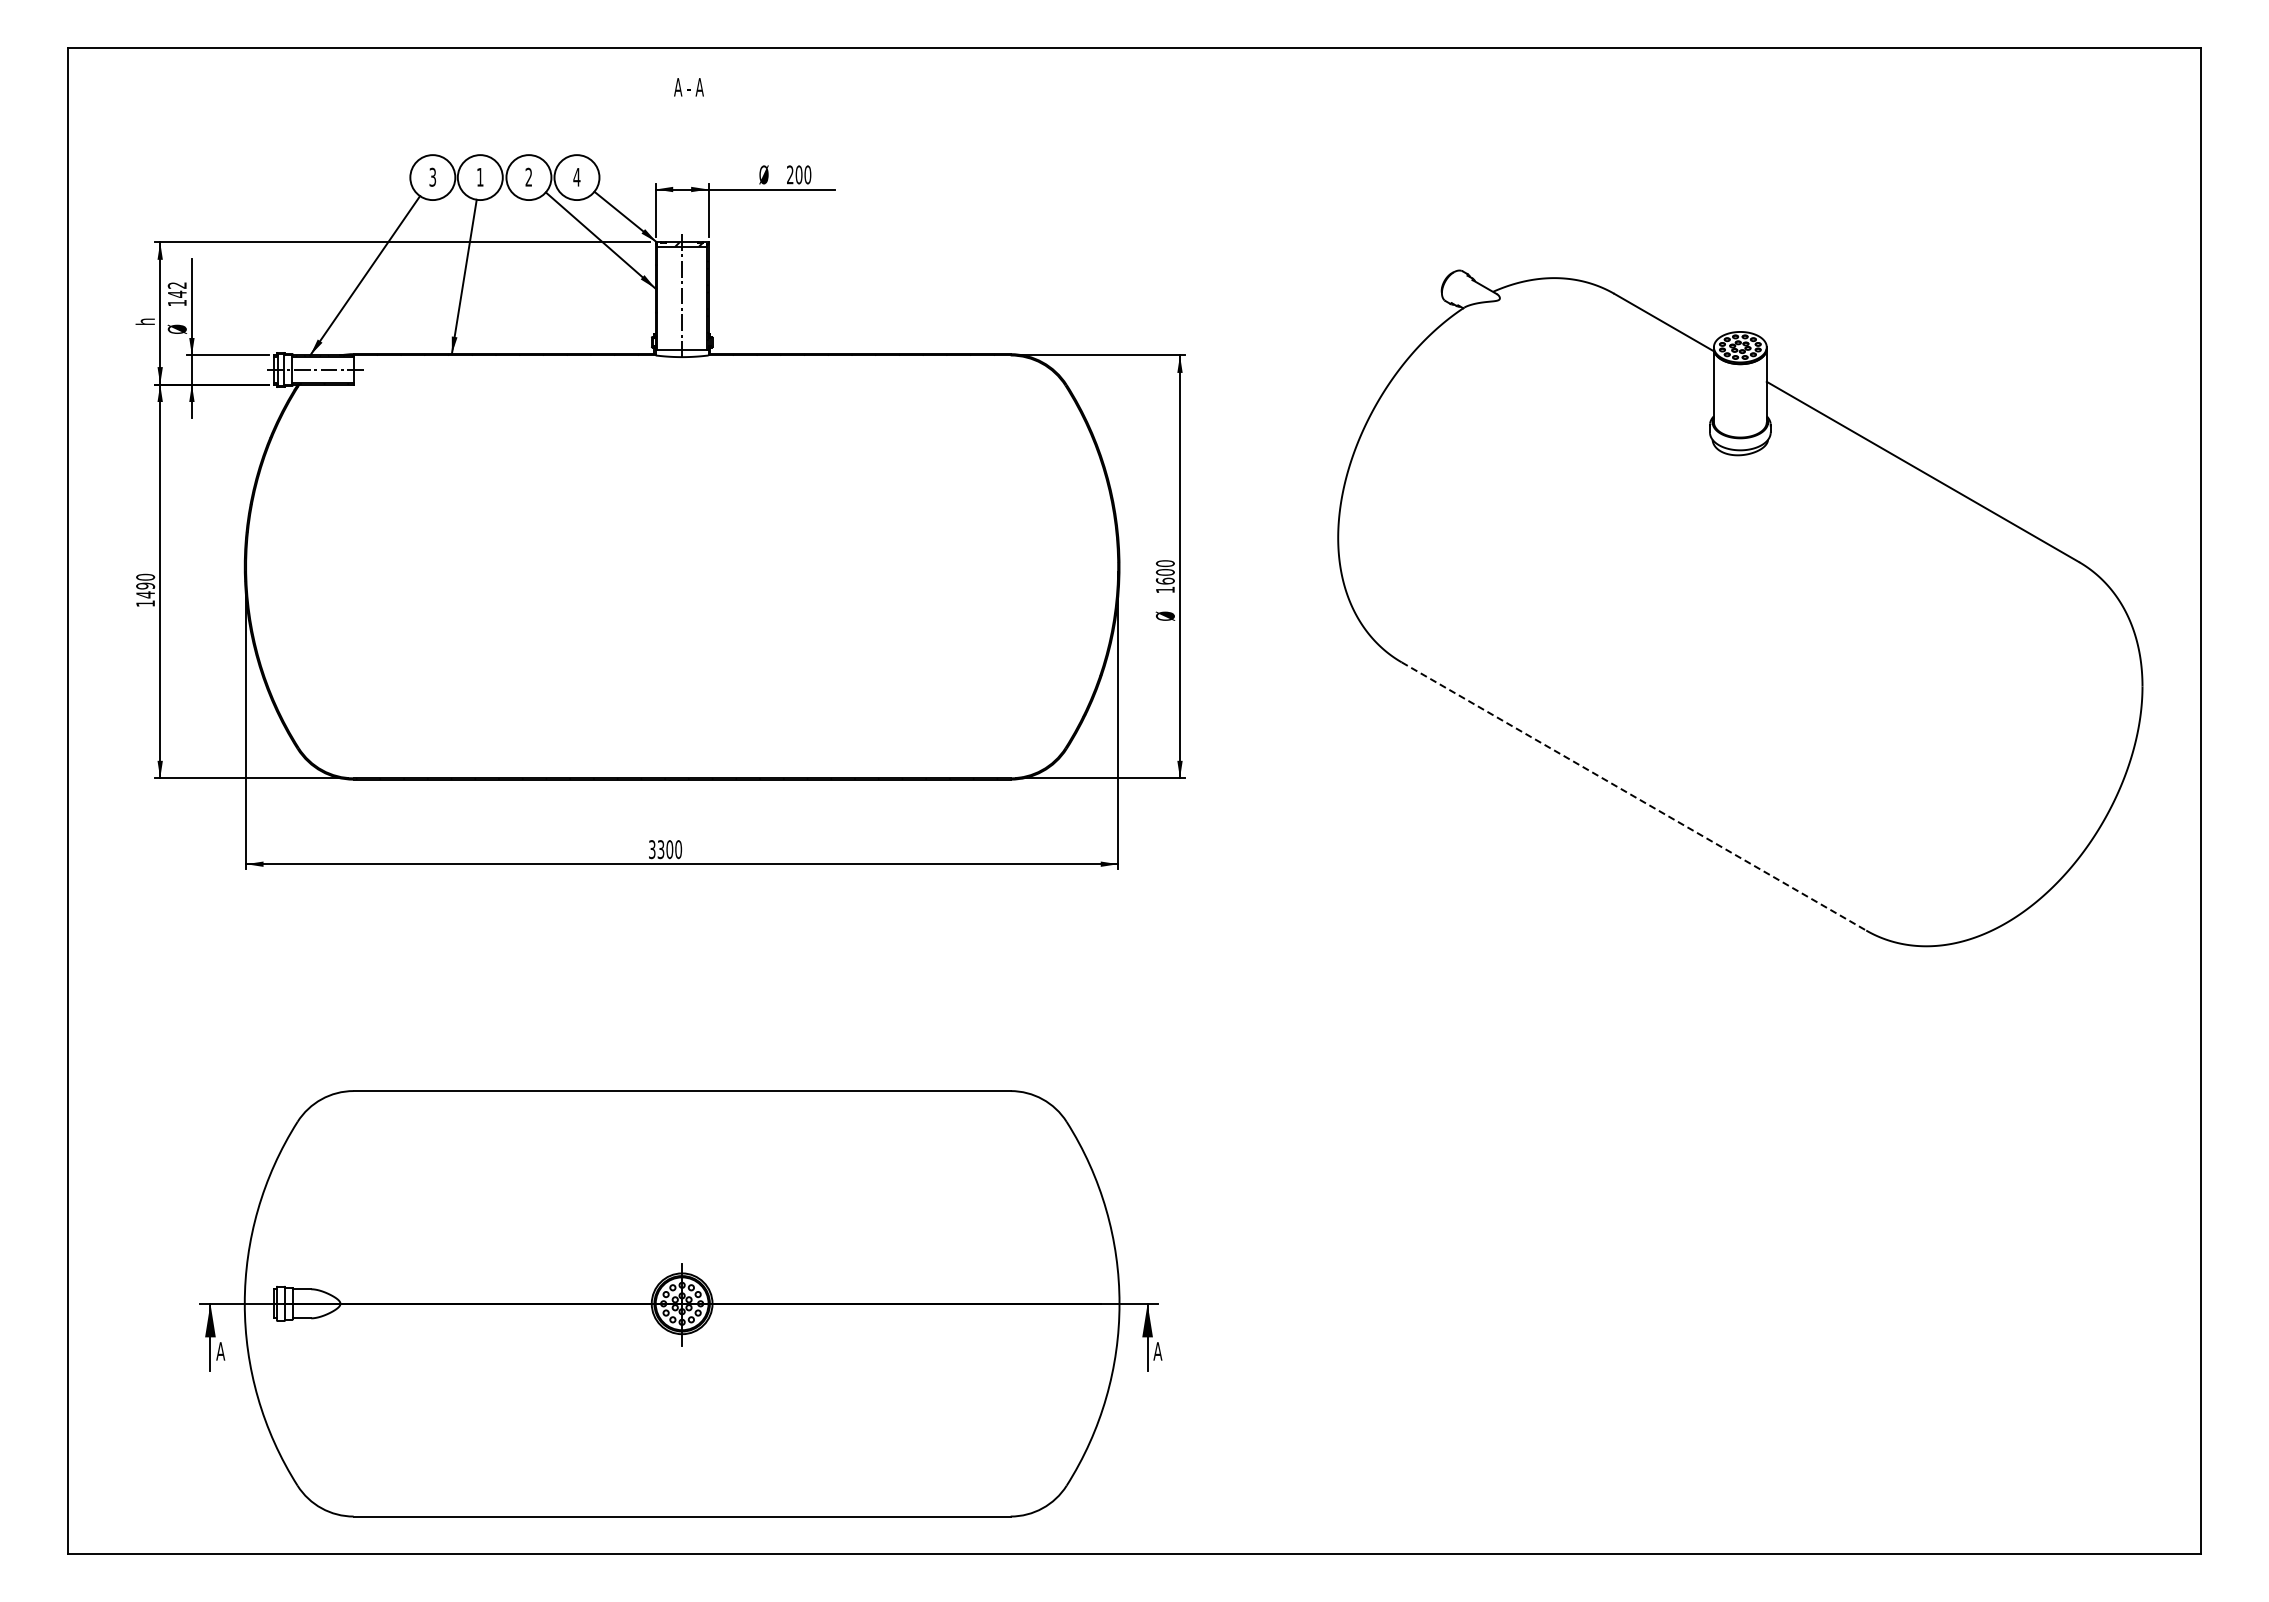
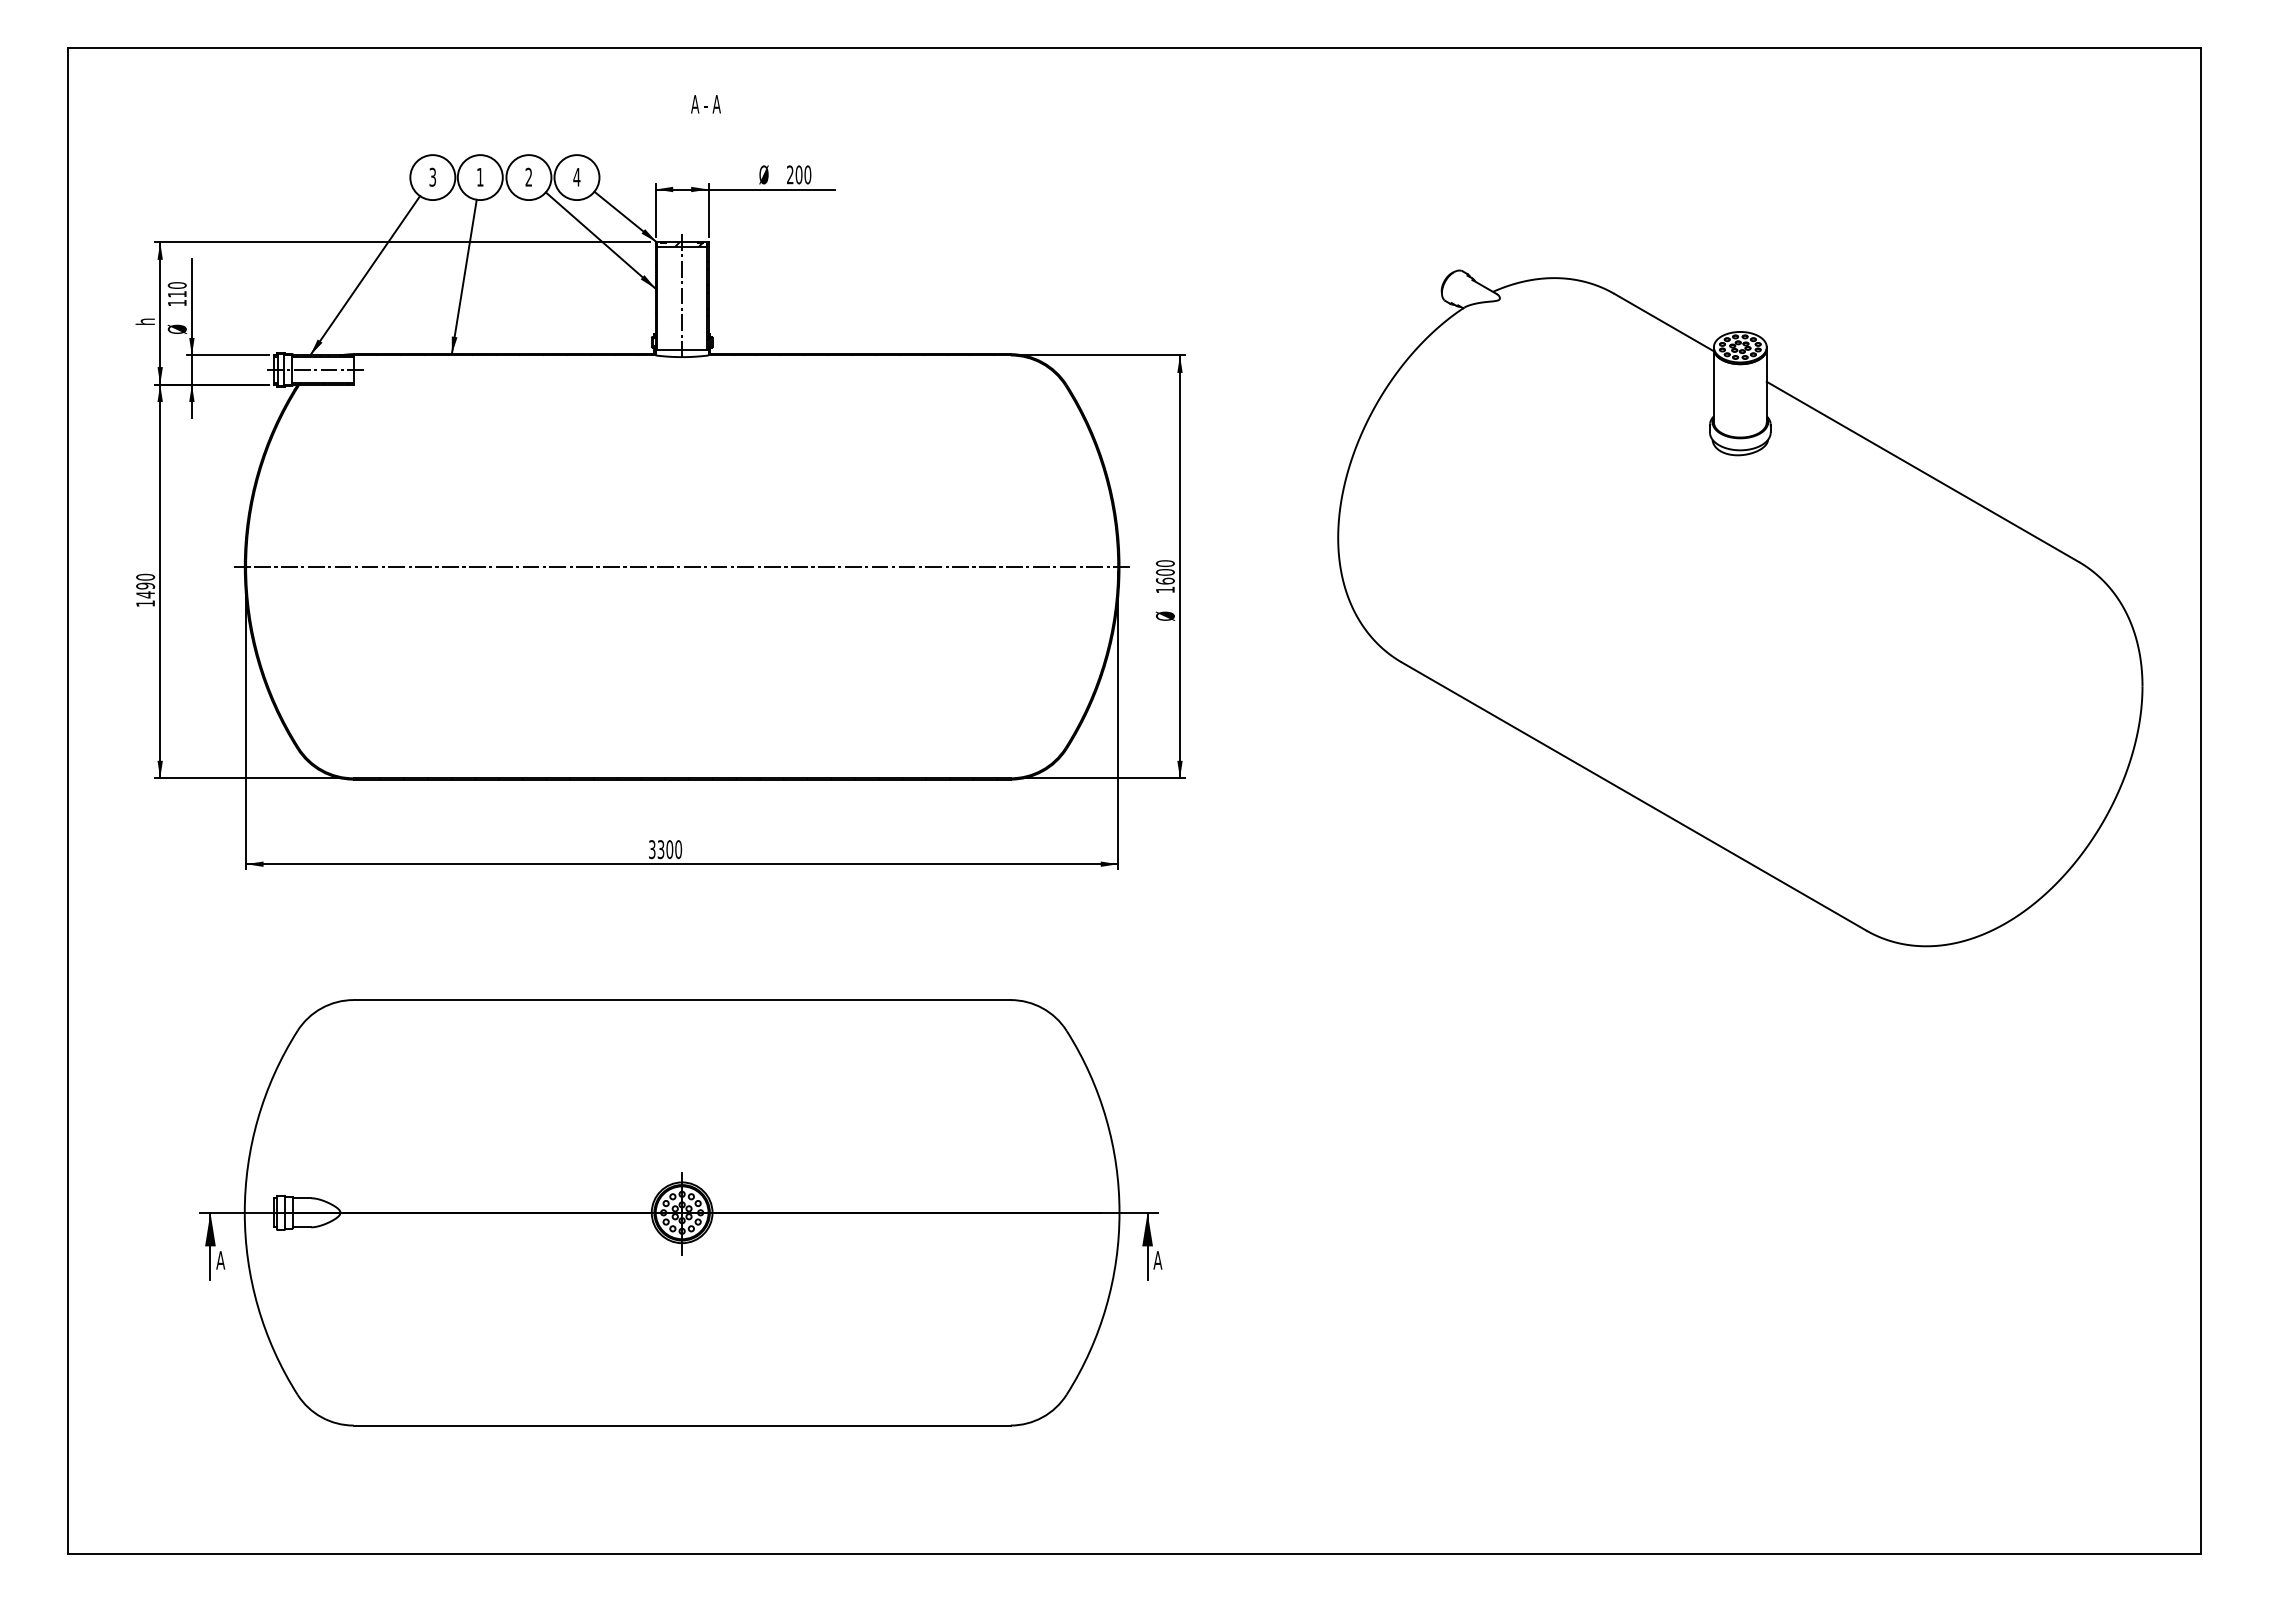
text at (688, 87) position: (688, 87) -> (705, 104)
text at (176, 289): 142 -> 110
line at (682, 566): none -> present
line at (1634, 796): dashed -> solid
part at (680, 1303) position: (680, 1303) -> (680, 1212)
